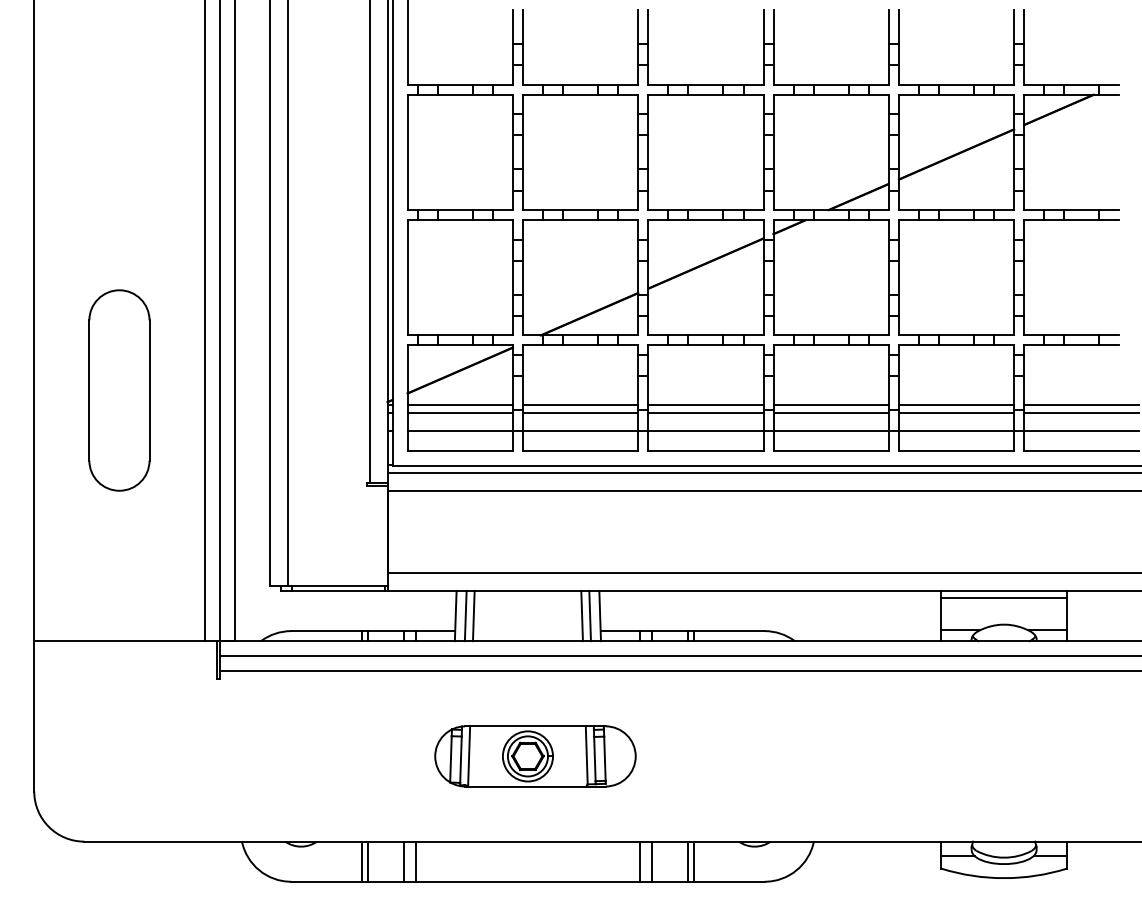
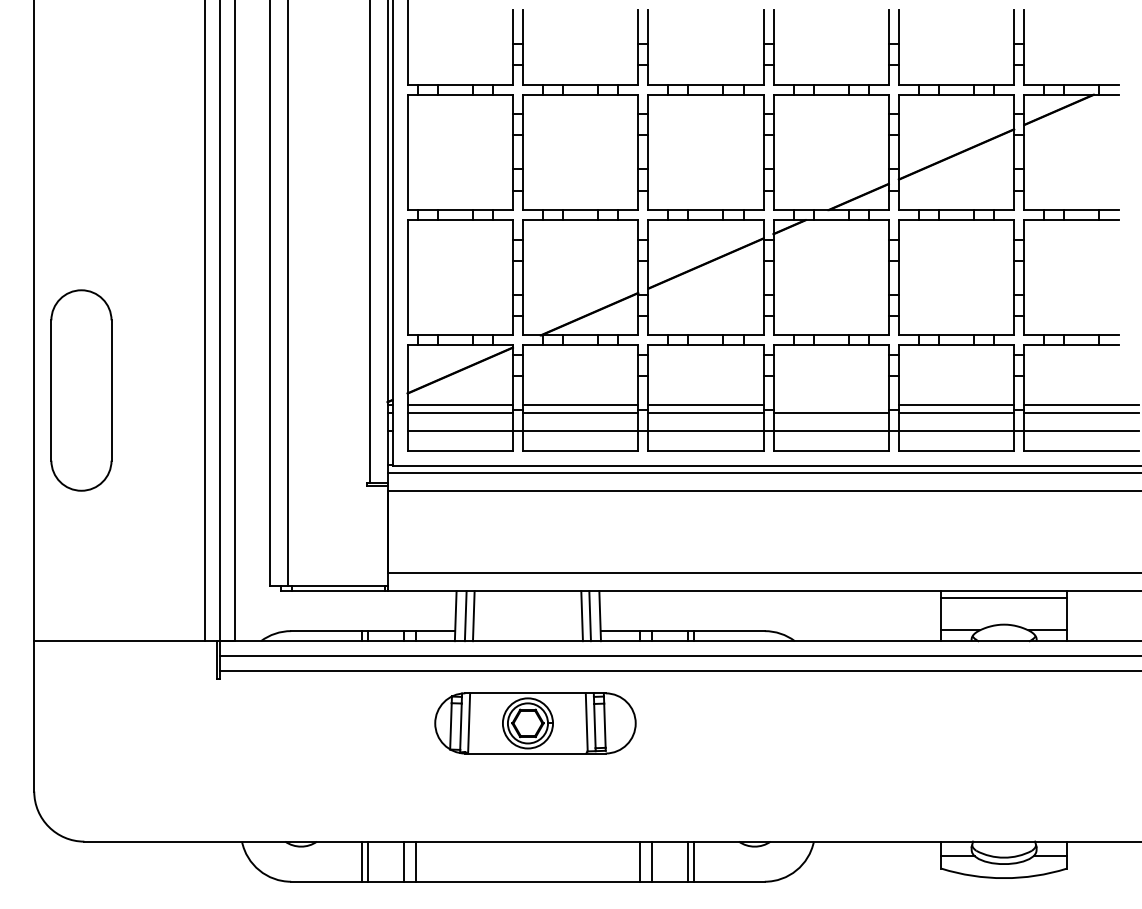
part at (119, 390) position: (119, 390) -> (81, 390)
line at (830, 405): present -> none
part at (535, 756) position: (535, 756) -> (535, 723)
